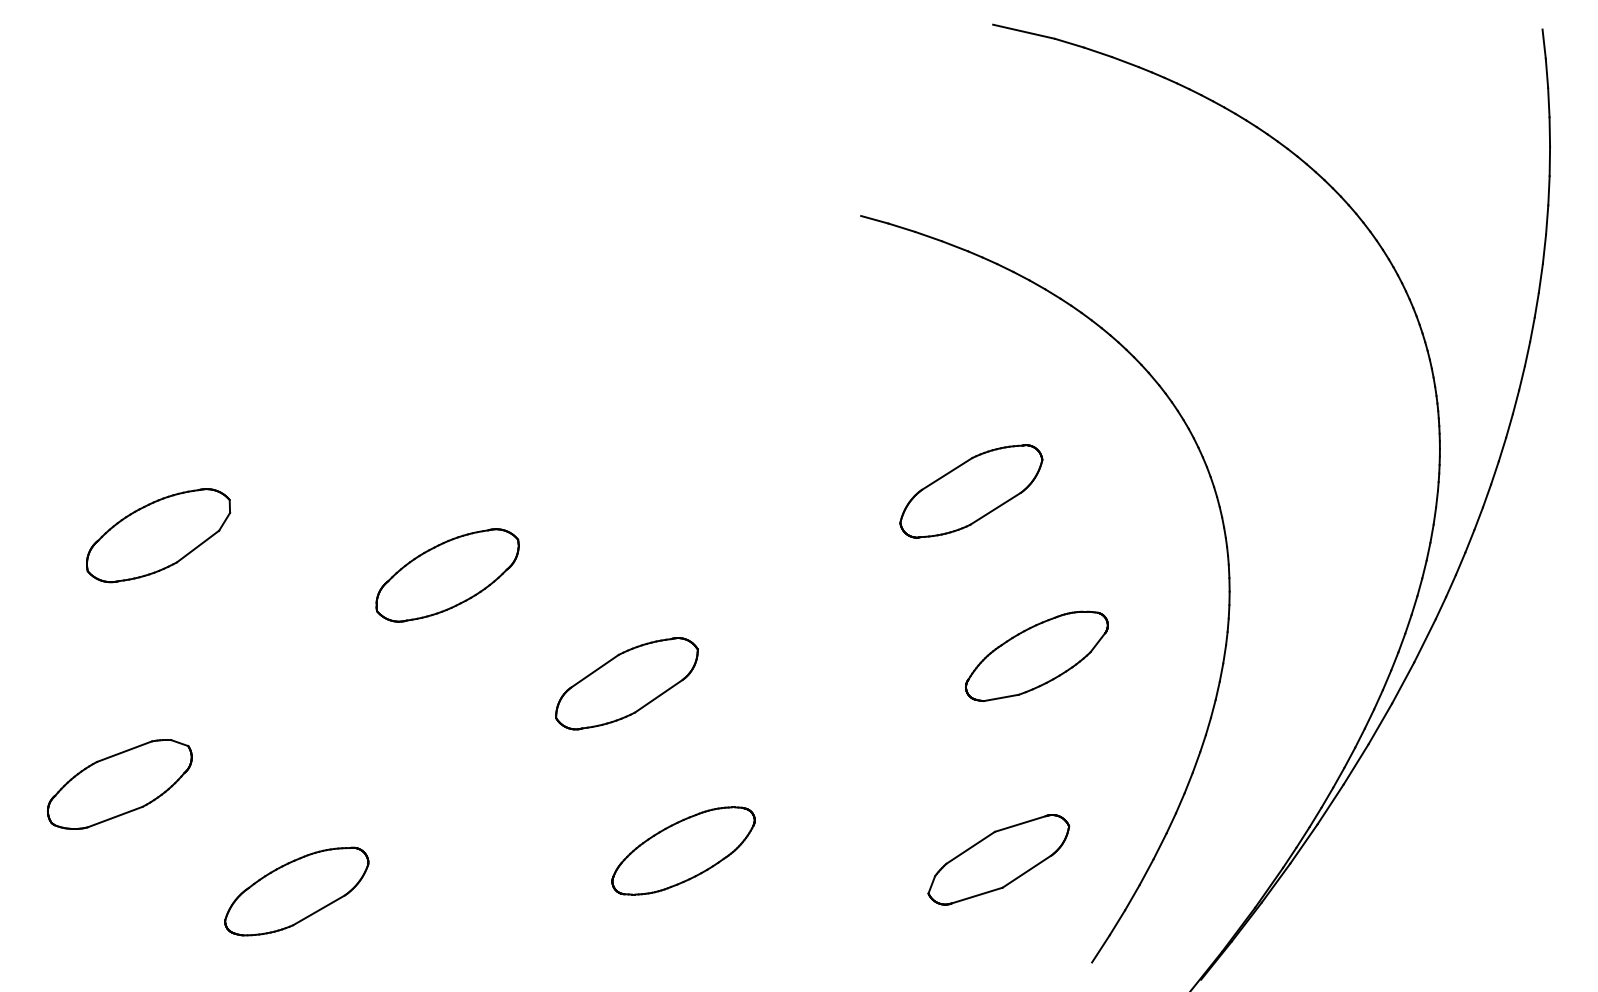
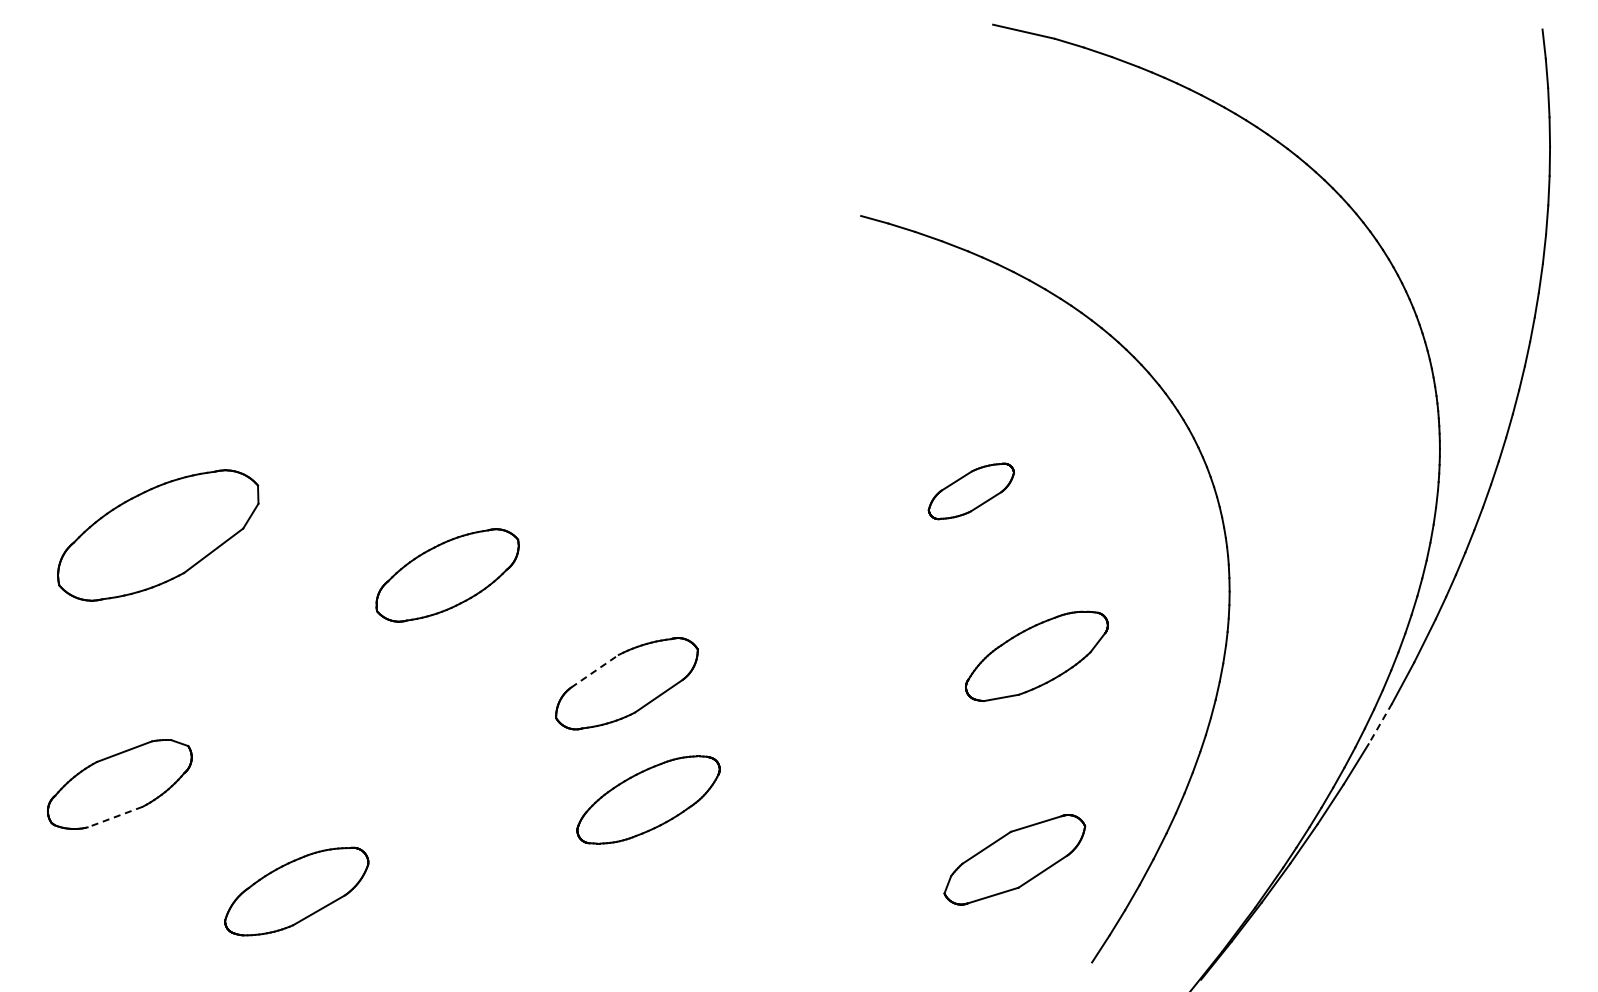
part at (971, 491) size: 145x95 px -> 88x59 px
part at (158, 535) size: 146x96 px -> 203x133 px
line at (594, 671): solid -> dashed
line at (1380, 724): solid -> dashed
line at (114, 817): solid -> dashed
part at (683, 850) position: (683, 850) -> (648, 799)
part at (998, 859) position: (998, 859) -> (1014, 859)
